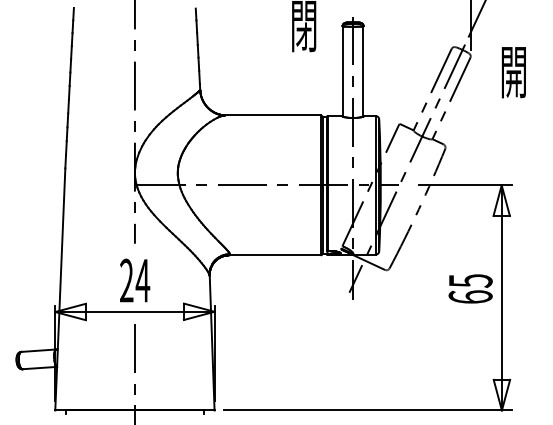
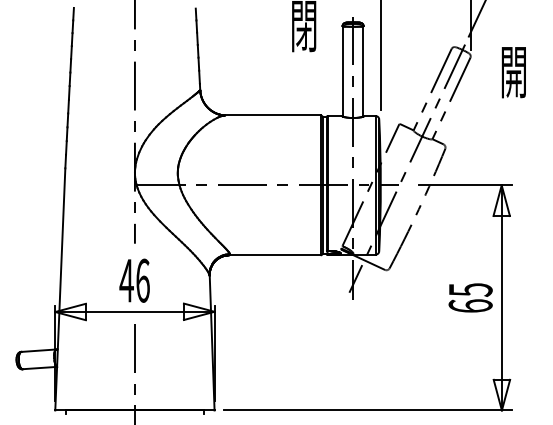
line at (380, 56): none -> present
text at (134, 280): 24 -> 46
text at (470, 288) position: (470, 288) -> (470, 297)
